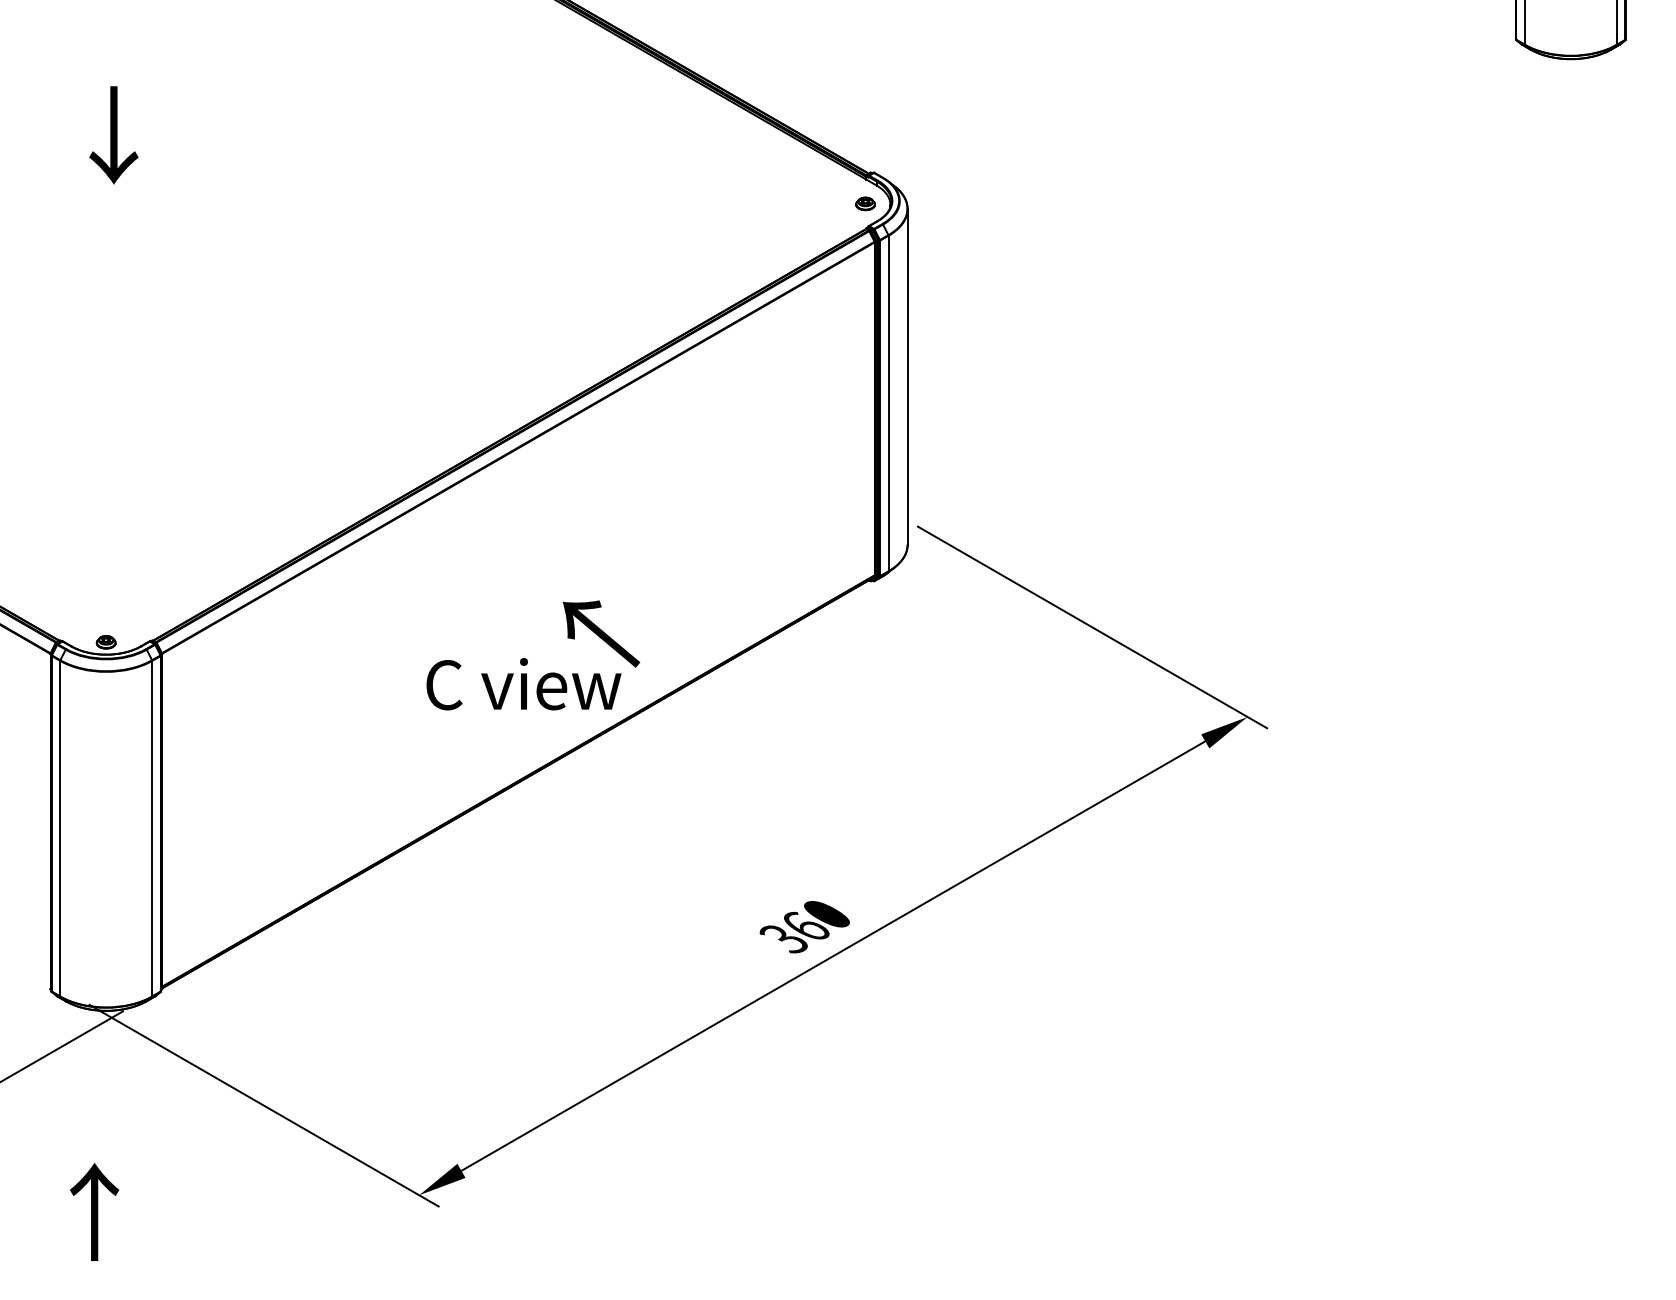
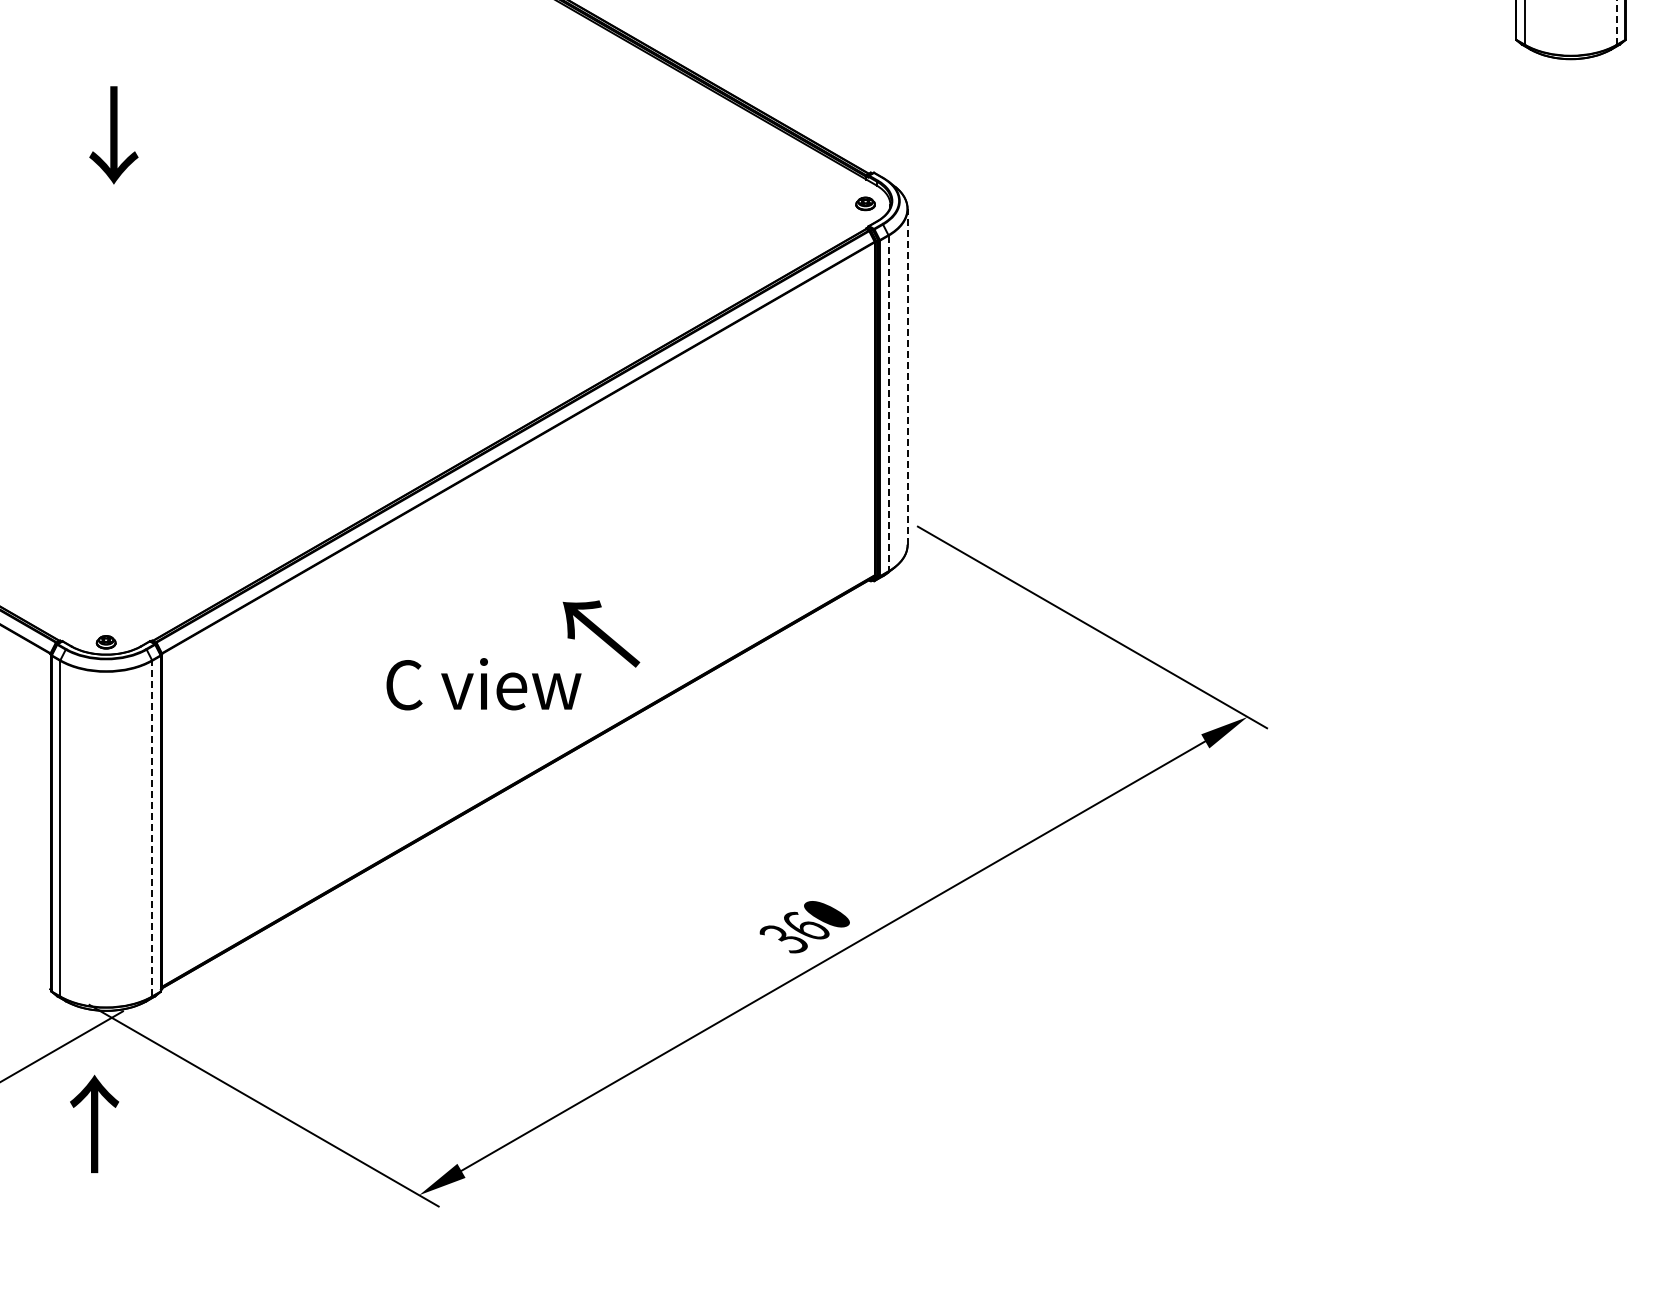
line at (1616, 22): solid -> dashed
line at (907, 376): solid -> dashed
line at (888, 403): solid -> dashed
text at (523, 684) position: (523, 684) -> (483, 684)
line at (152, 828): solid -> dashed
text at (94, 1211) position: (94, 1211) -> (94, 1123)
